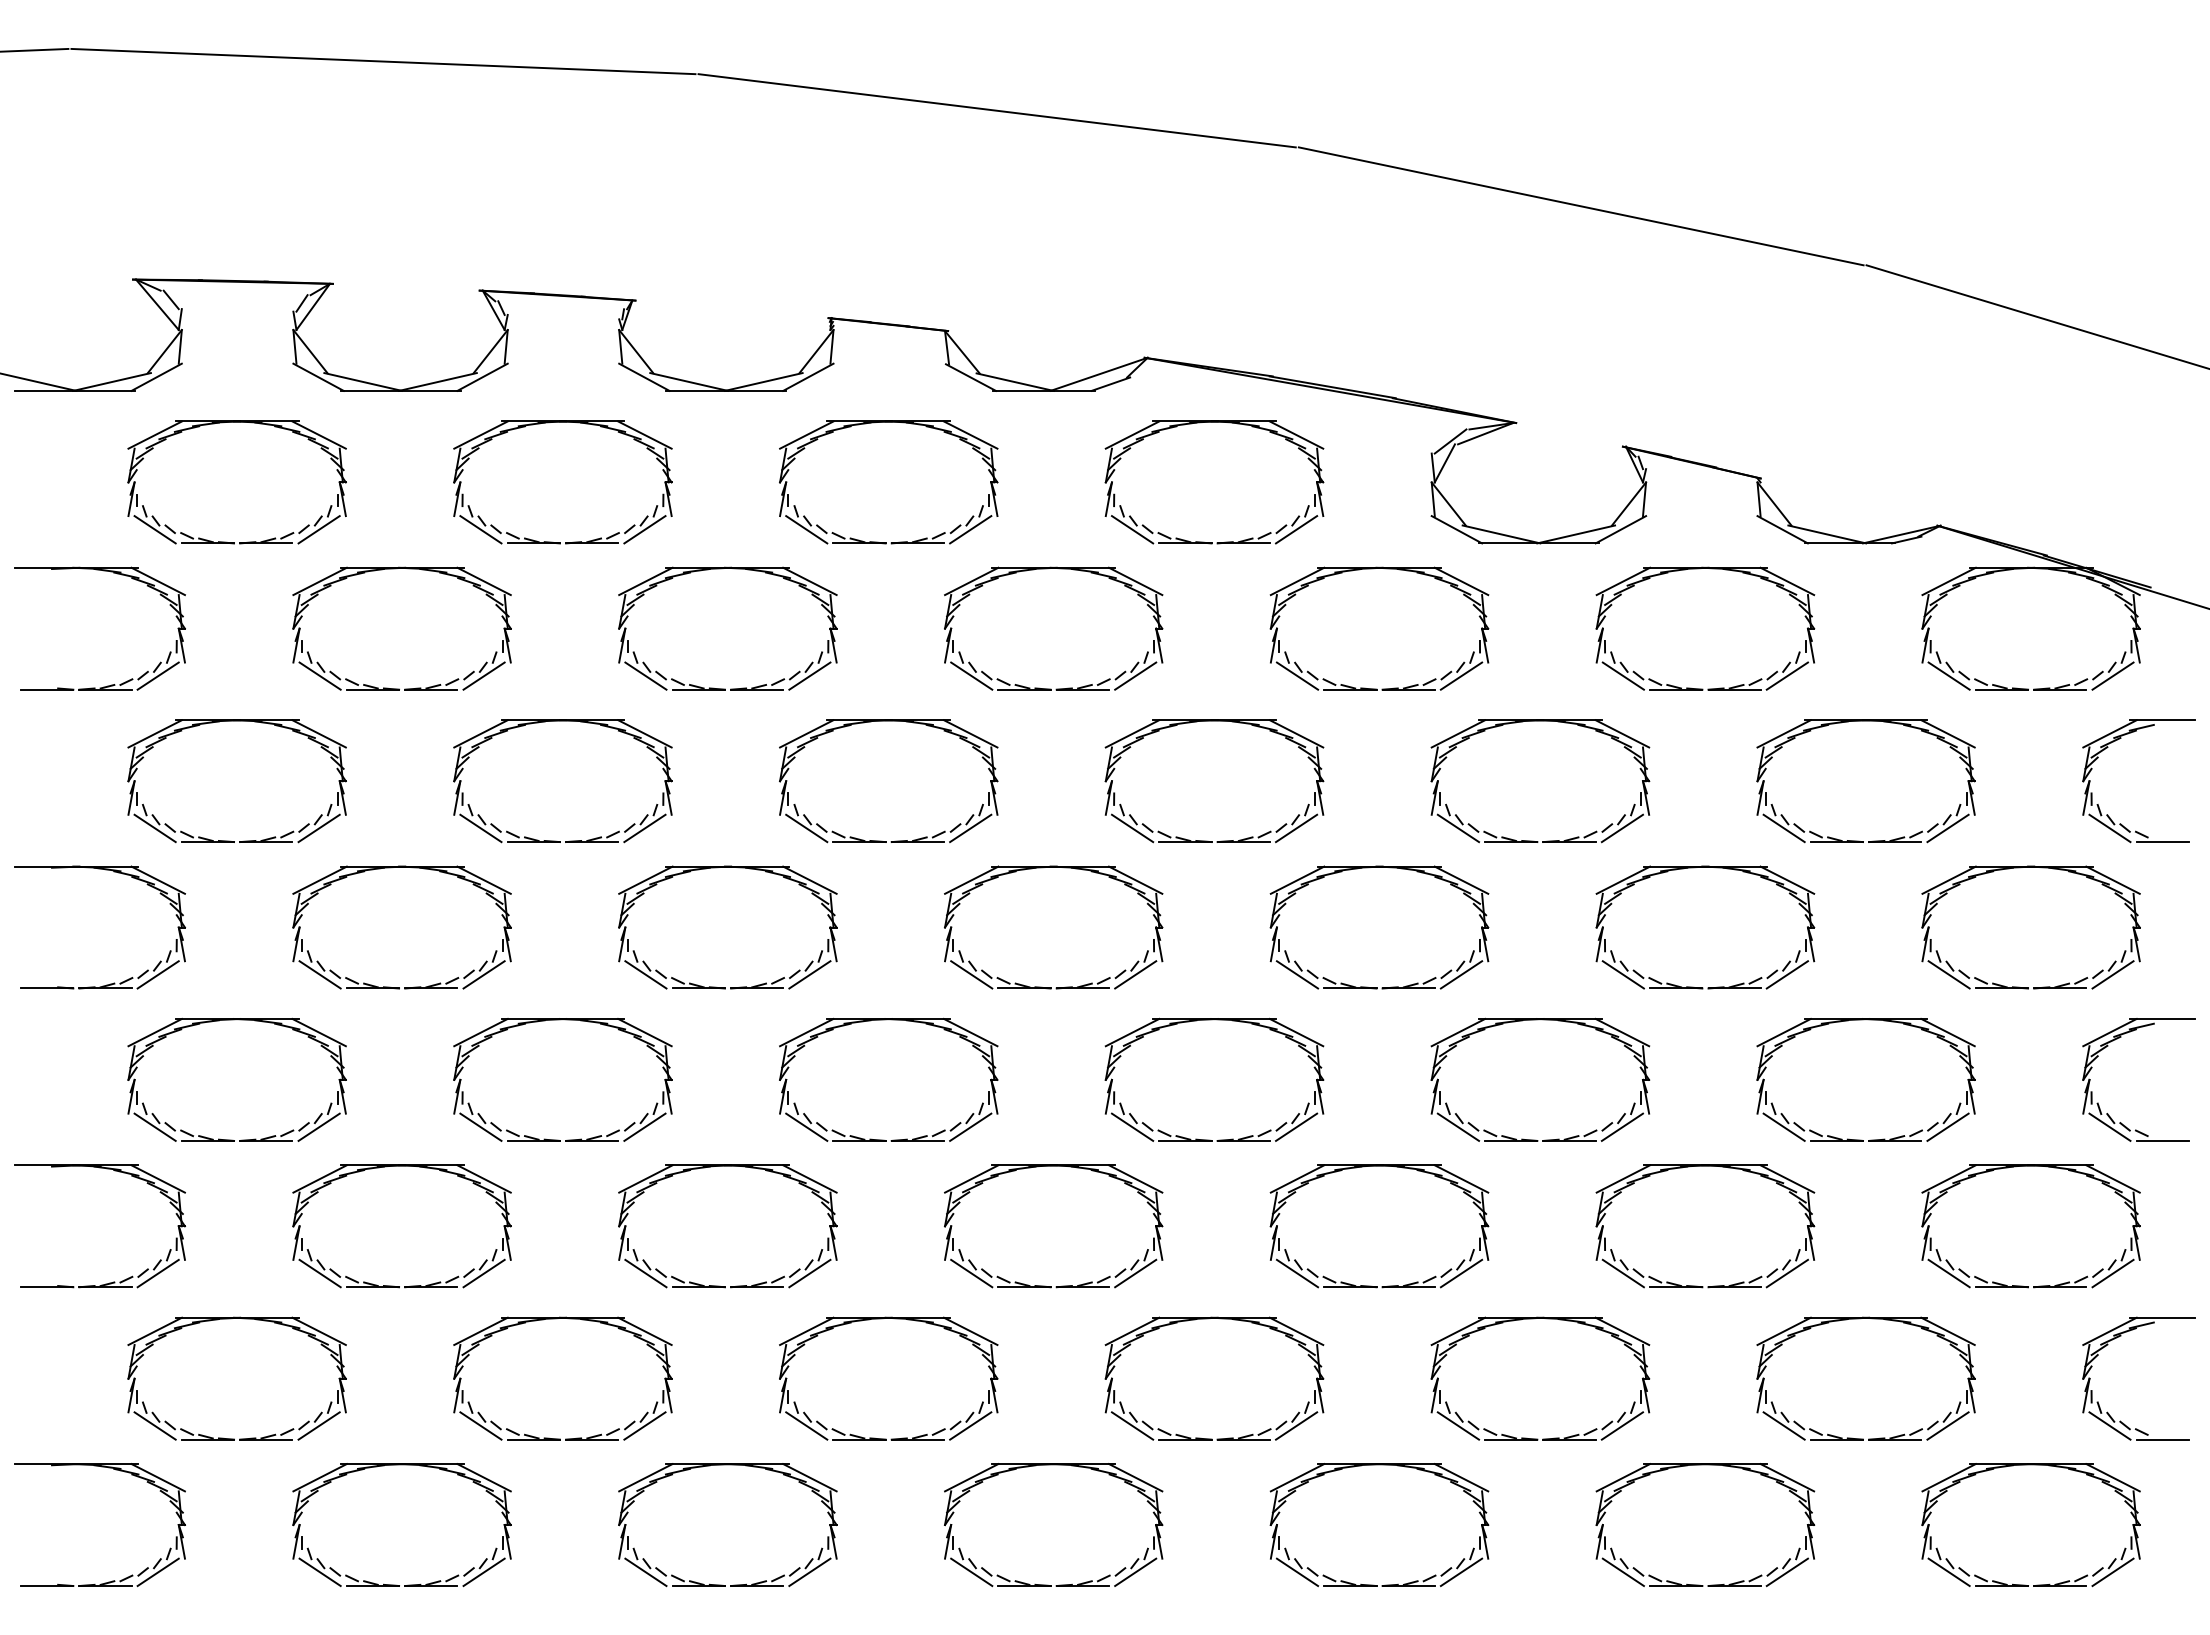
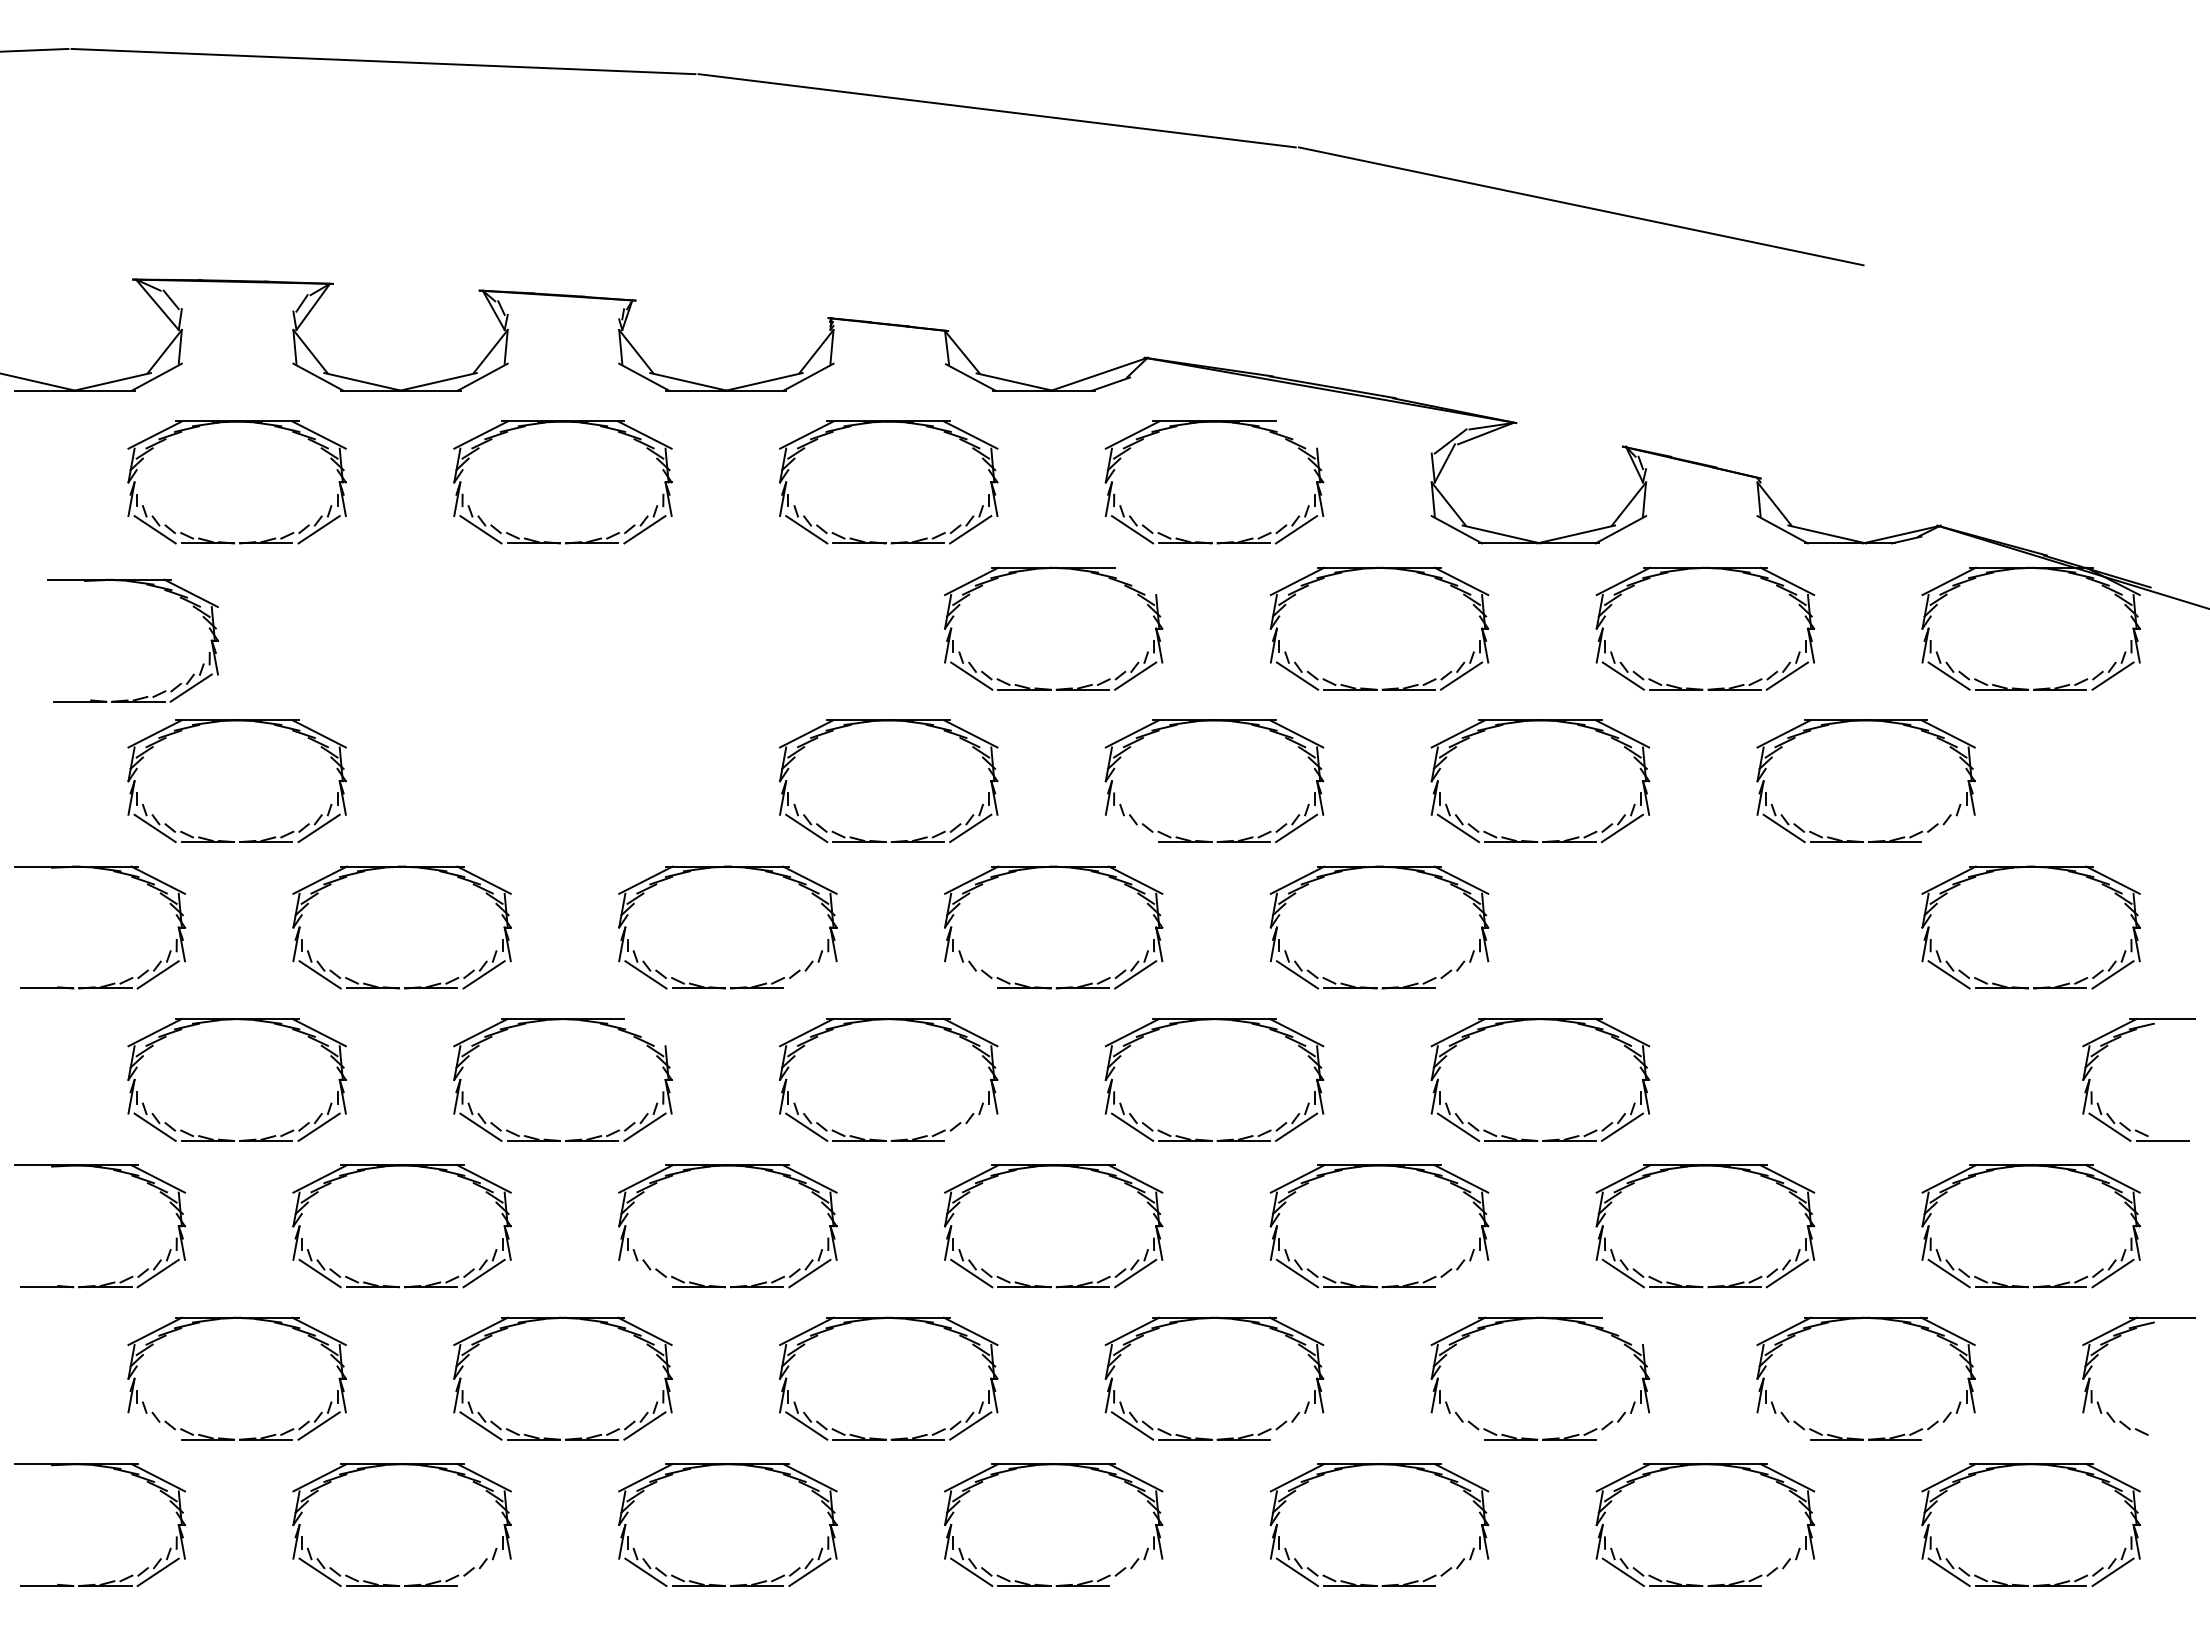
line at (2036, 316): present -> none
line at (1296, 434): present -> none
part at (396, 569): present -> none
part at (722, 569): present -> none
part at (113, 573) position: (113, 573) -> (146, 585)
line at (1135, 581): present -> none
part at (2107, 748): present -> none
line at (1132, 828): present -> none
line at (1947, 828): present -> none
part at (556, 840): present -> none
part at (1705, 867): present -> none
line at (809, 974): present -> none
line at (971, 974): present -> none
line at (1461, 974): present -> none
part at (1864, 1020): present -> none
line at (644, 1032): present -> none
line at (970, 1126): present -> none
line at (645, 1273): present -> none
line at (1461, 1273): present -> none
line at (1622, 1331): present -> none
line at (154, 1425): present -> none
line at (1296, 1425): present -> none
line at (1458, 1425): present -> none
line at (1622, 1425): present -> none
line at (1783, 1425): present -> none
line at (1947, 1425): present -> none
line at (2109, 1425): present -> none
line at (2162, 1439): present -> none
line at (483, 1572): present -> none
line at (1135, 1572): present -> none
line at (1461, 1572): present -> none
line at (1786, 1572): present -> none
